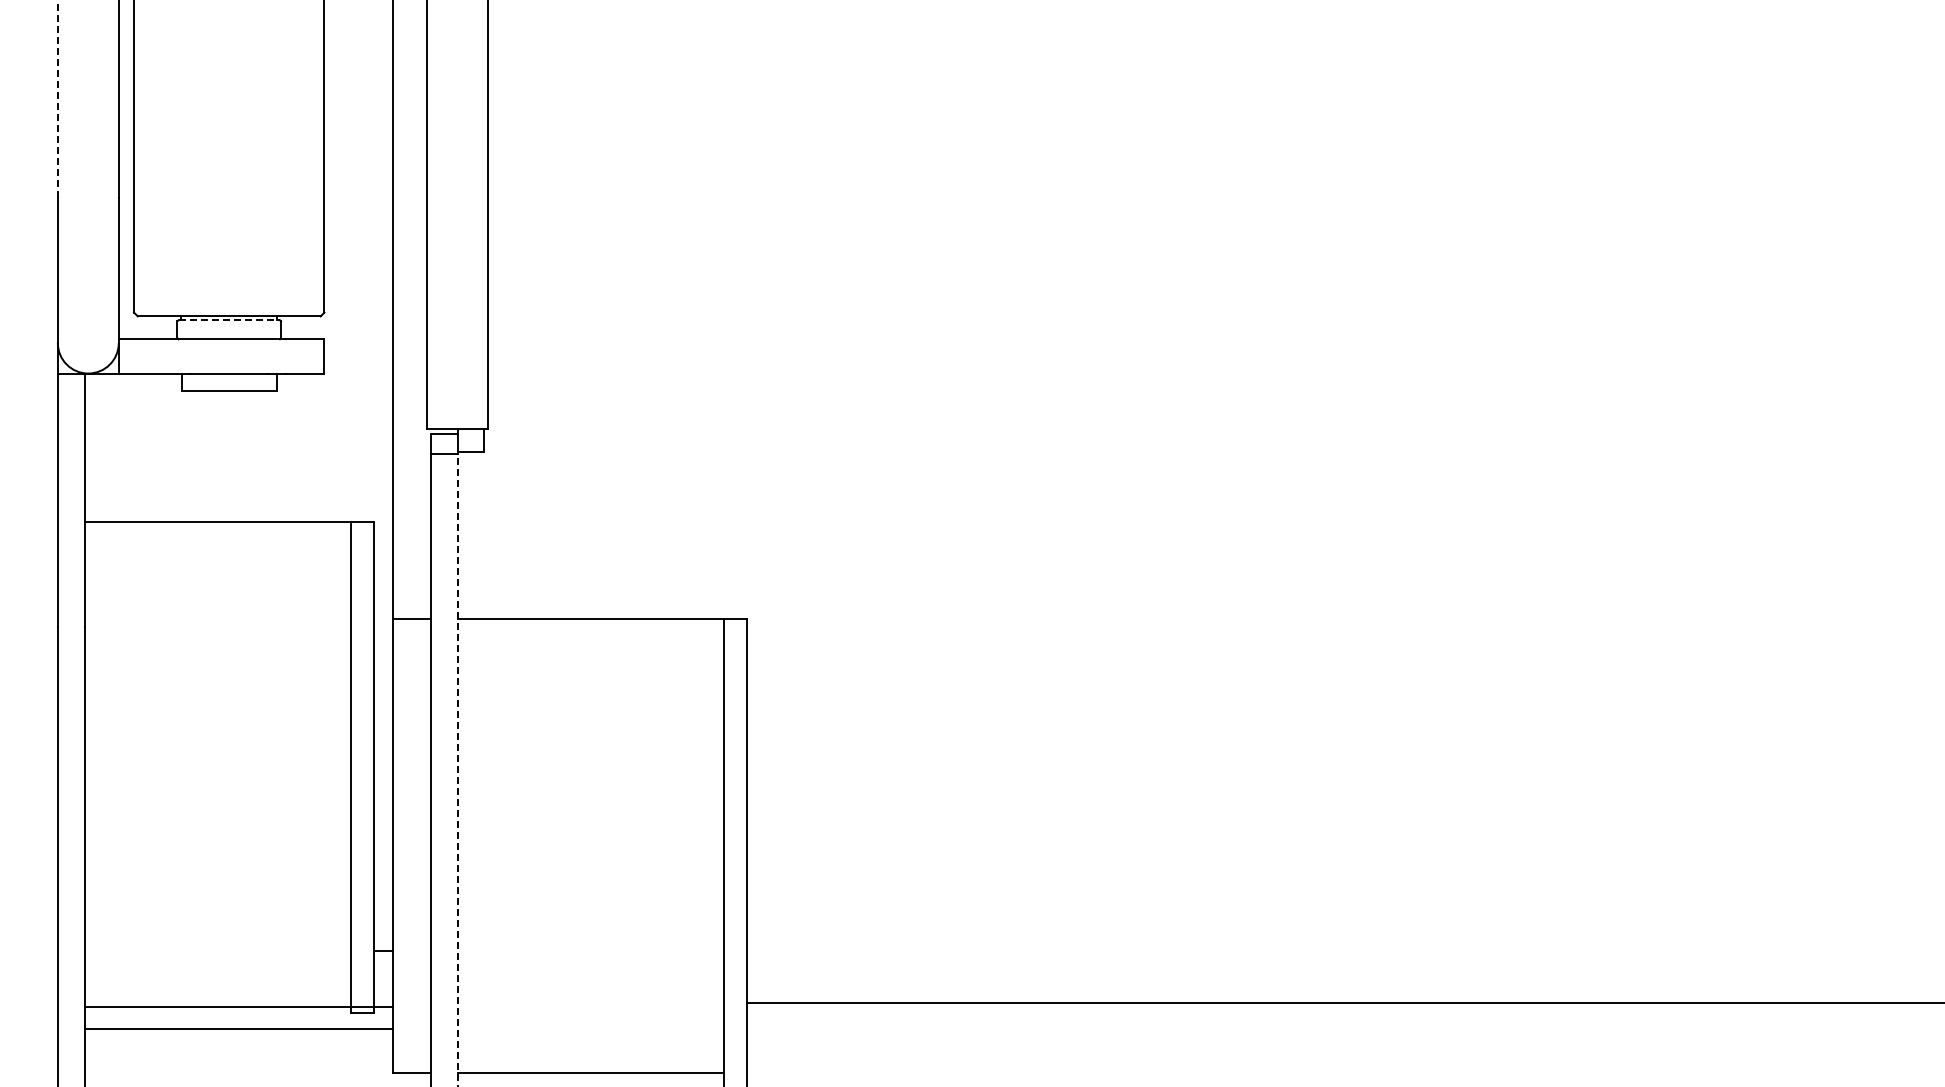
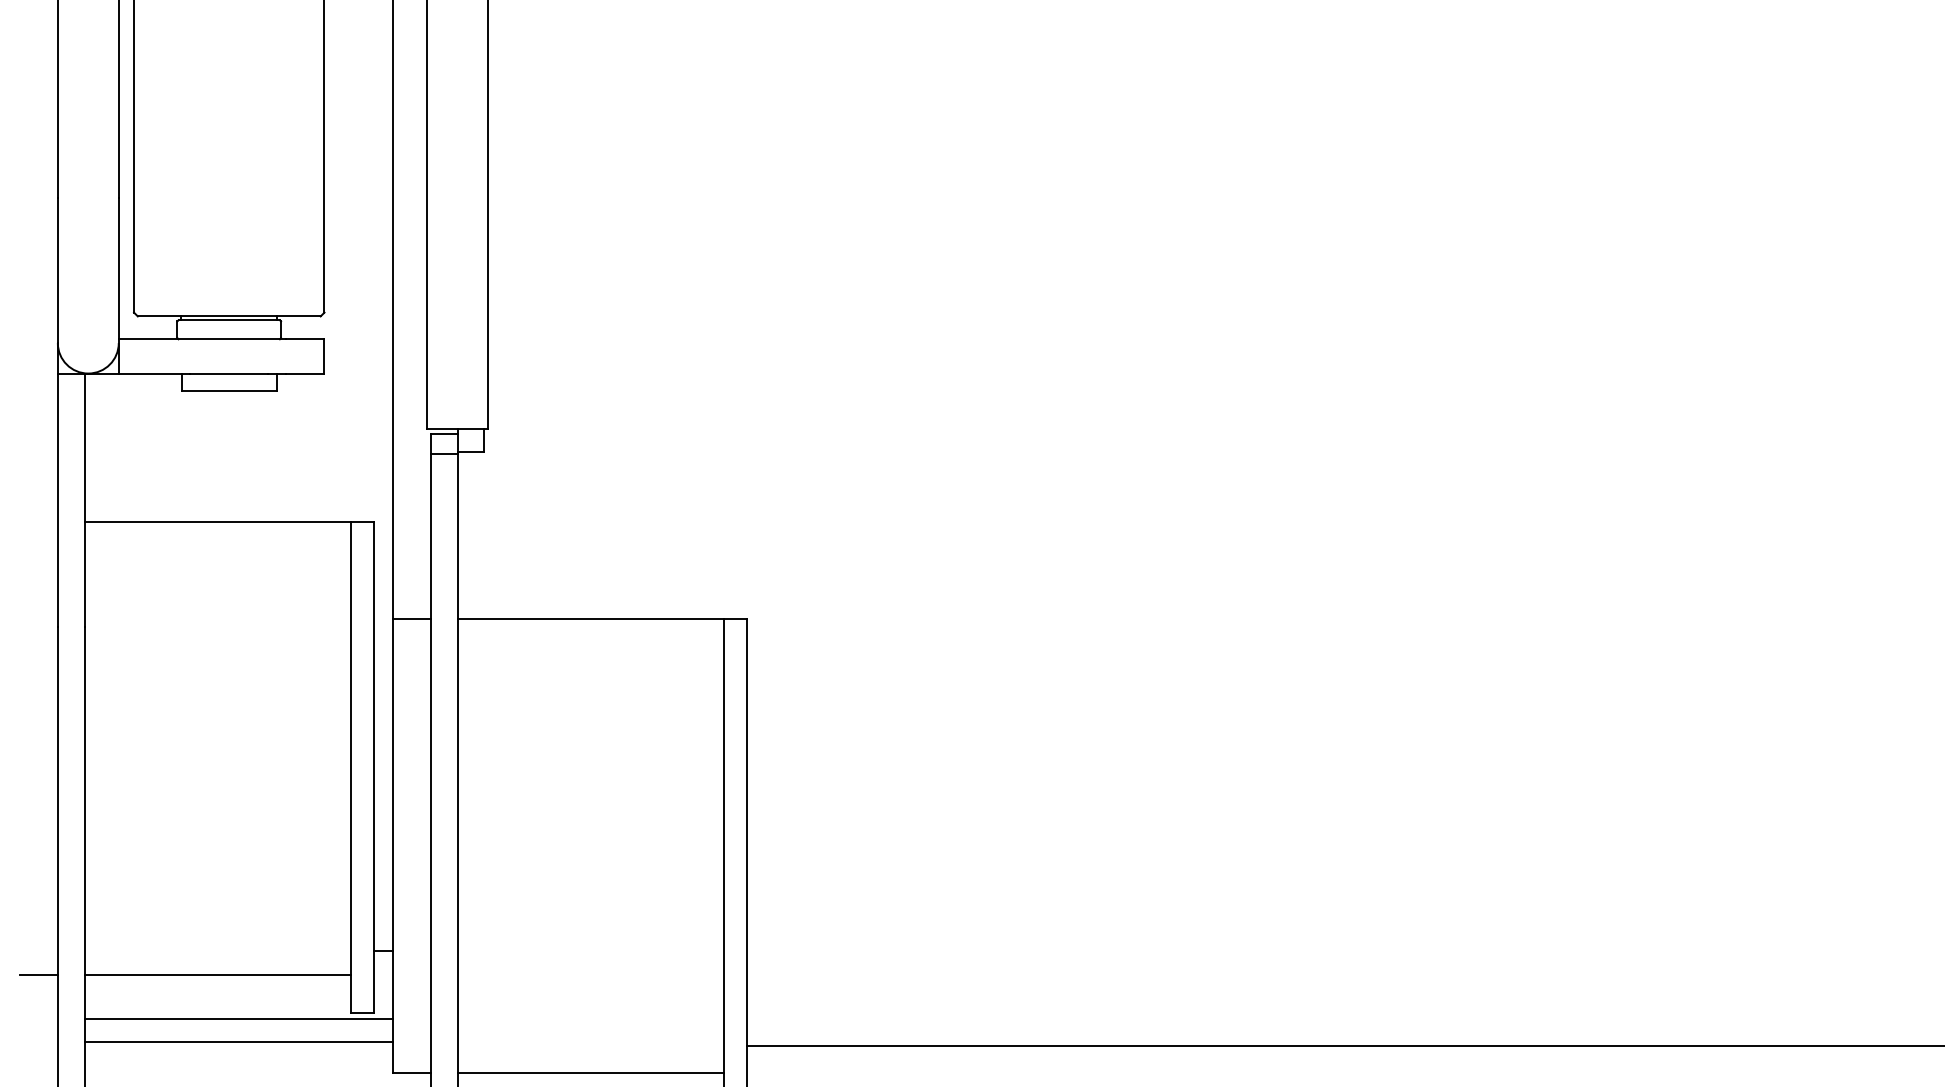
line at (57, 99): dashed -> solid
line at (229, 320): dashed -> solid
line at (457, 769): dashed -> solid
line at (38, 975): none -> present
line at (217, 975): none -> present
line at (1344, 1002) position: (1344, 1002) -> (1344, 1045)
line at (238, 1007) position: (238, 1007) -> (238, 1019)
line at (238, 1029) position: (238, 1029) -> (238, 1042)
